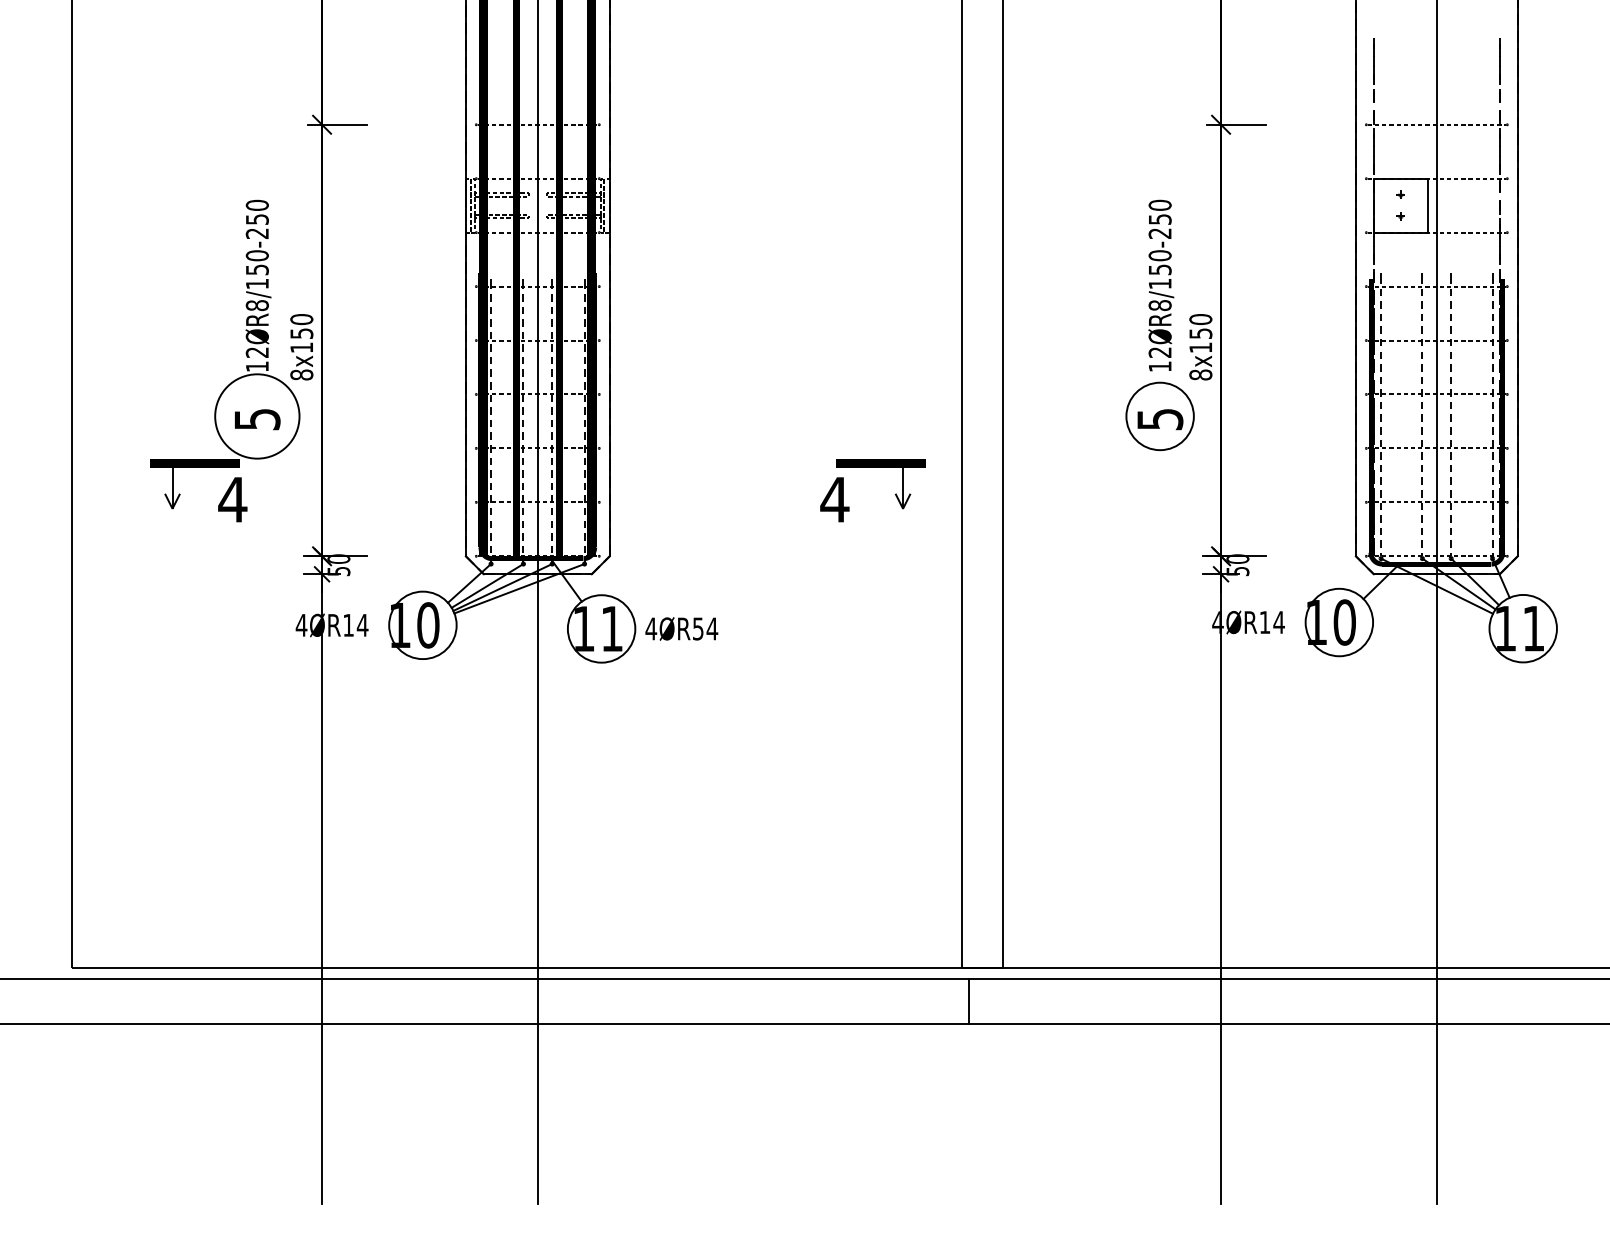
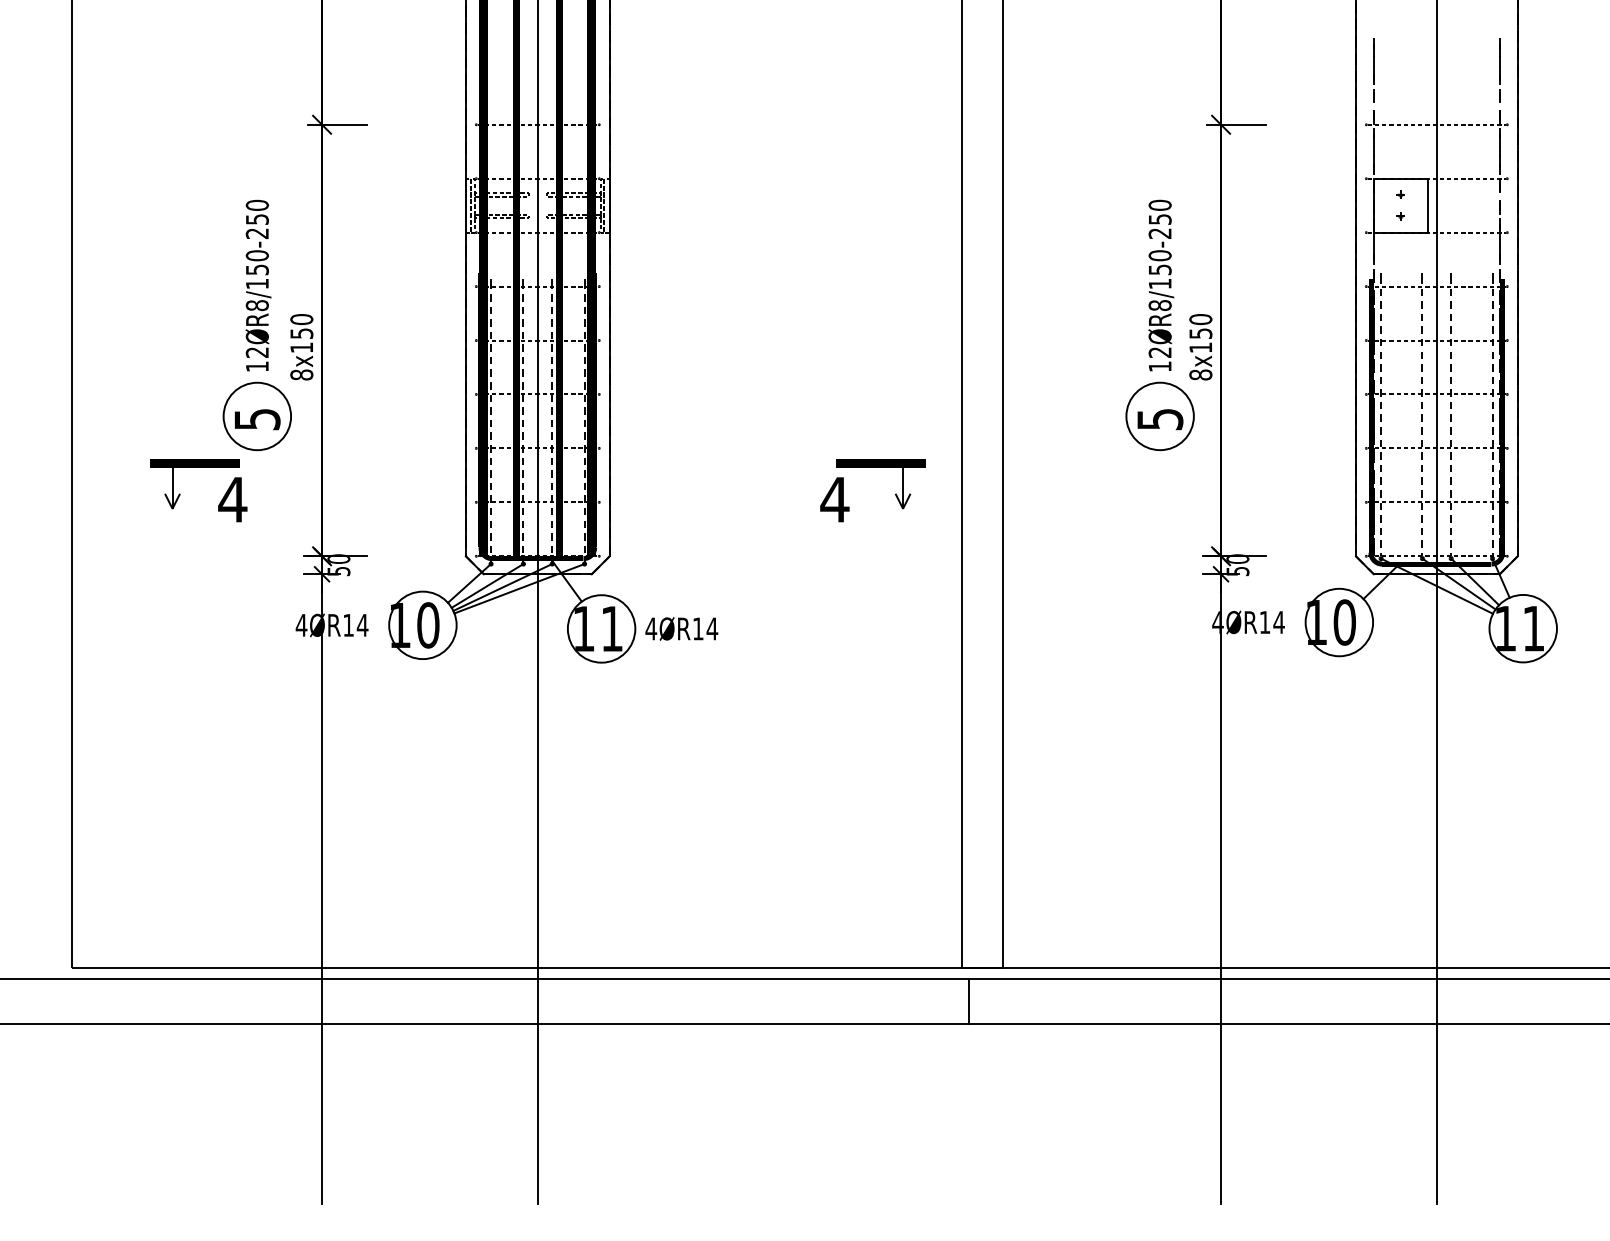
circle at (257, 416) diameter: 84 px -> 67 px
text at (698, 628): 4ØR54 -> 4ØR14
